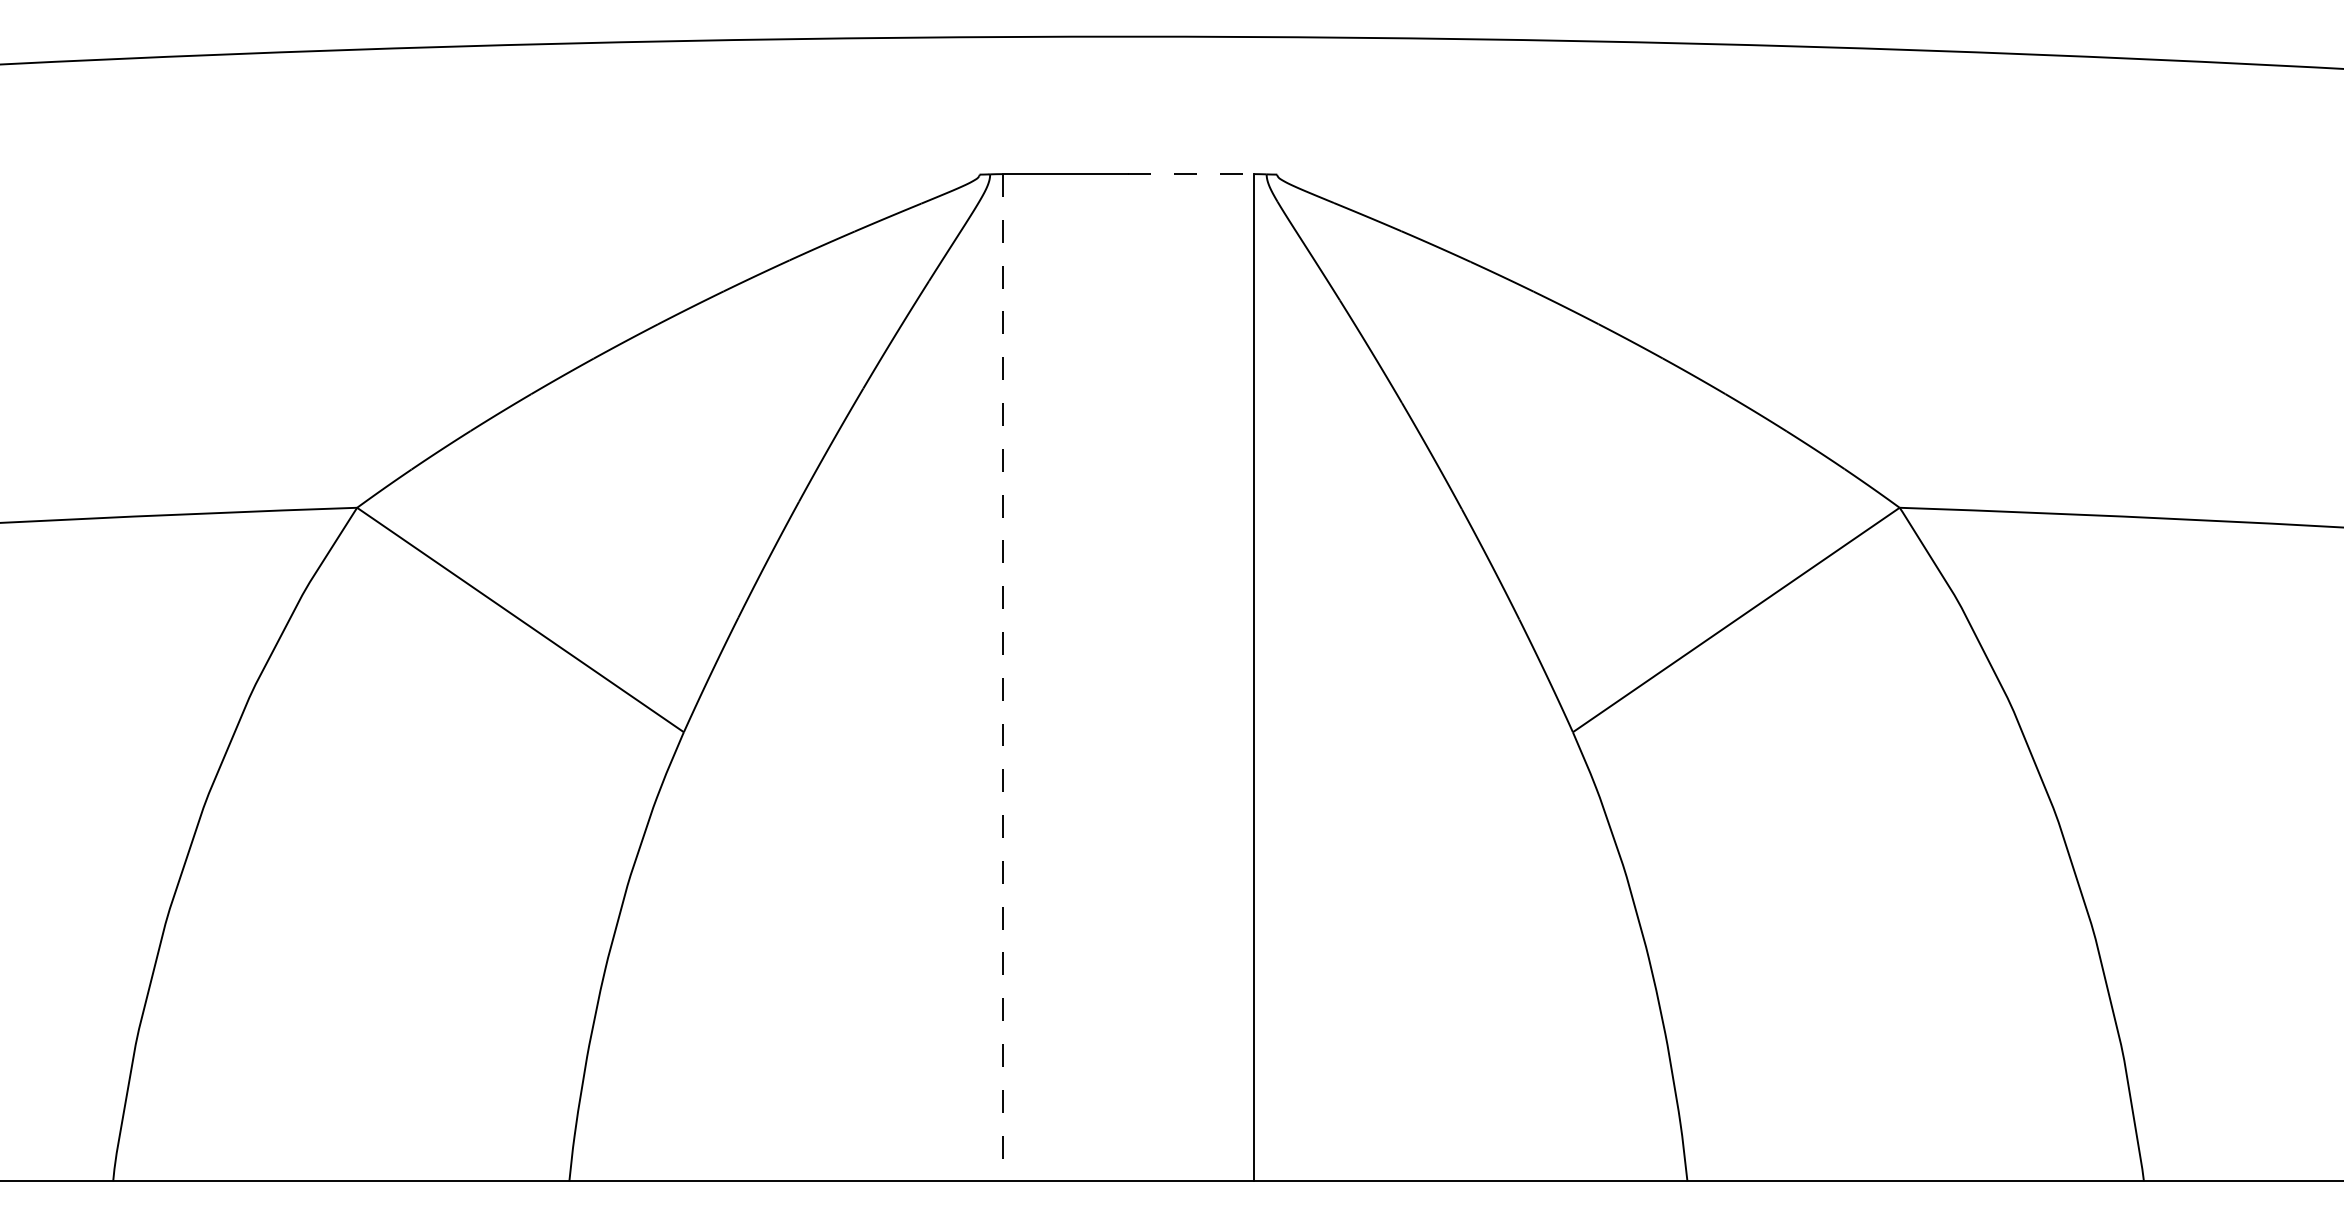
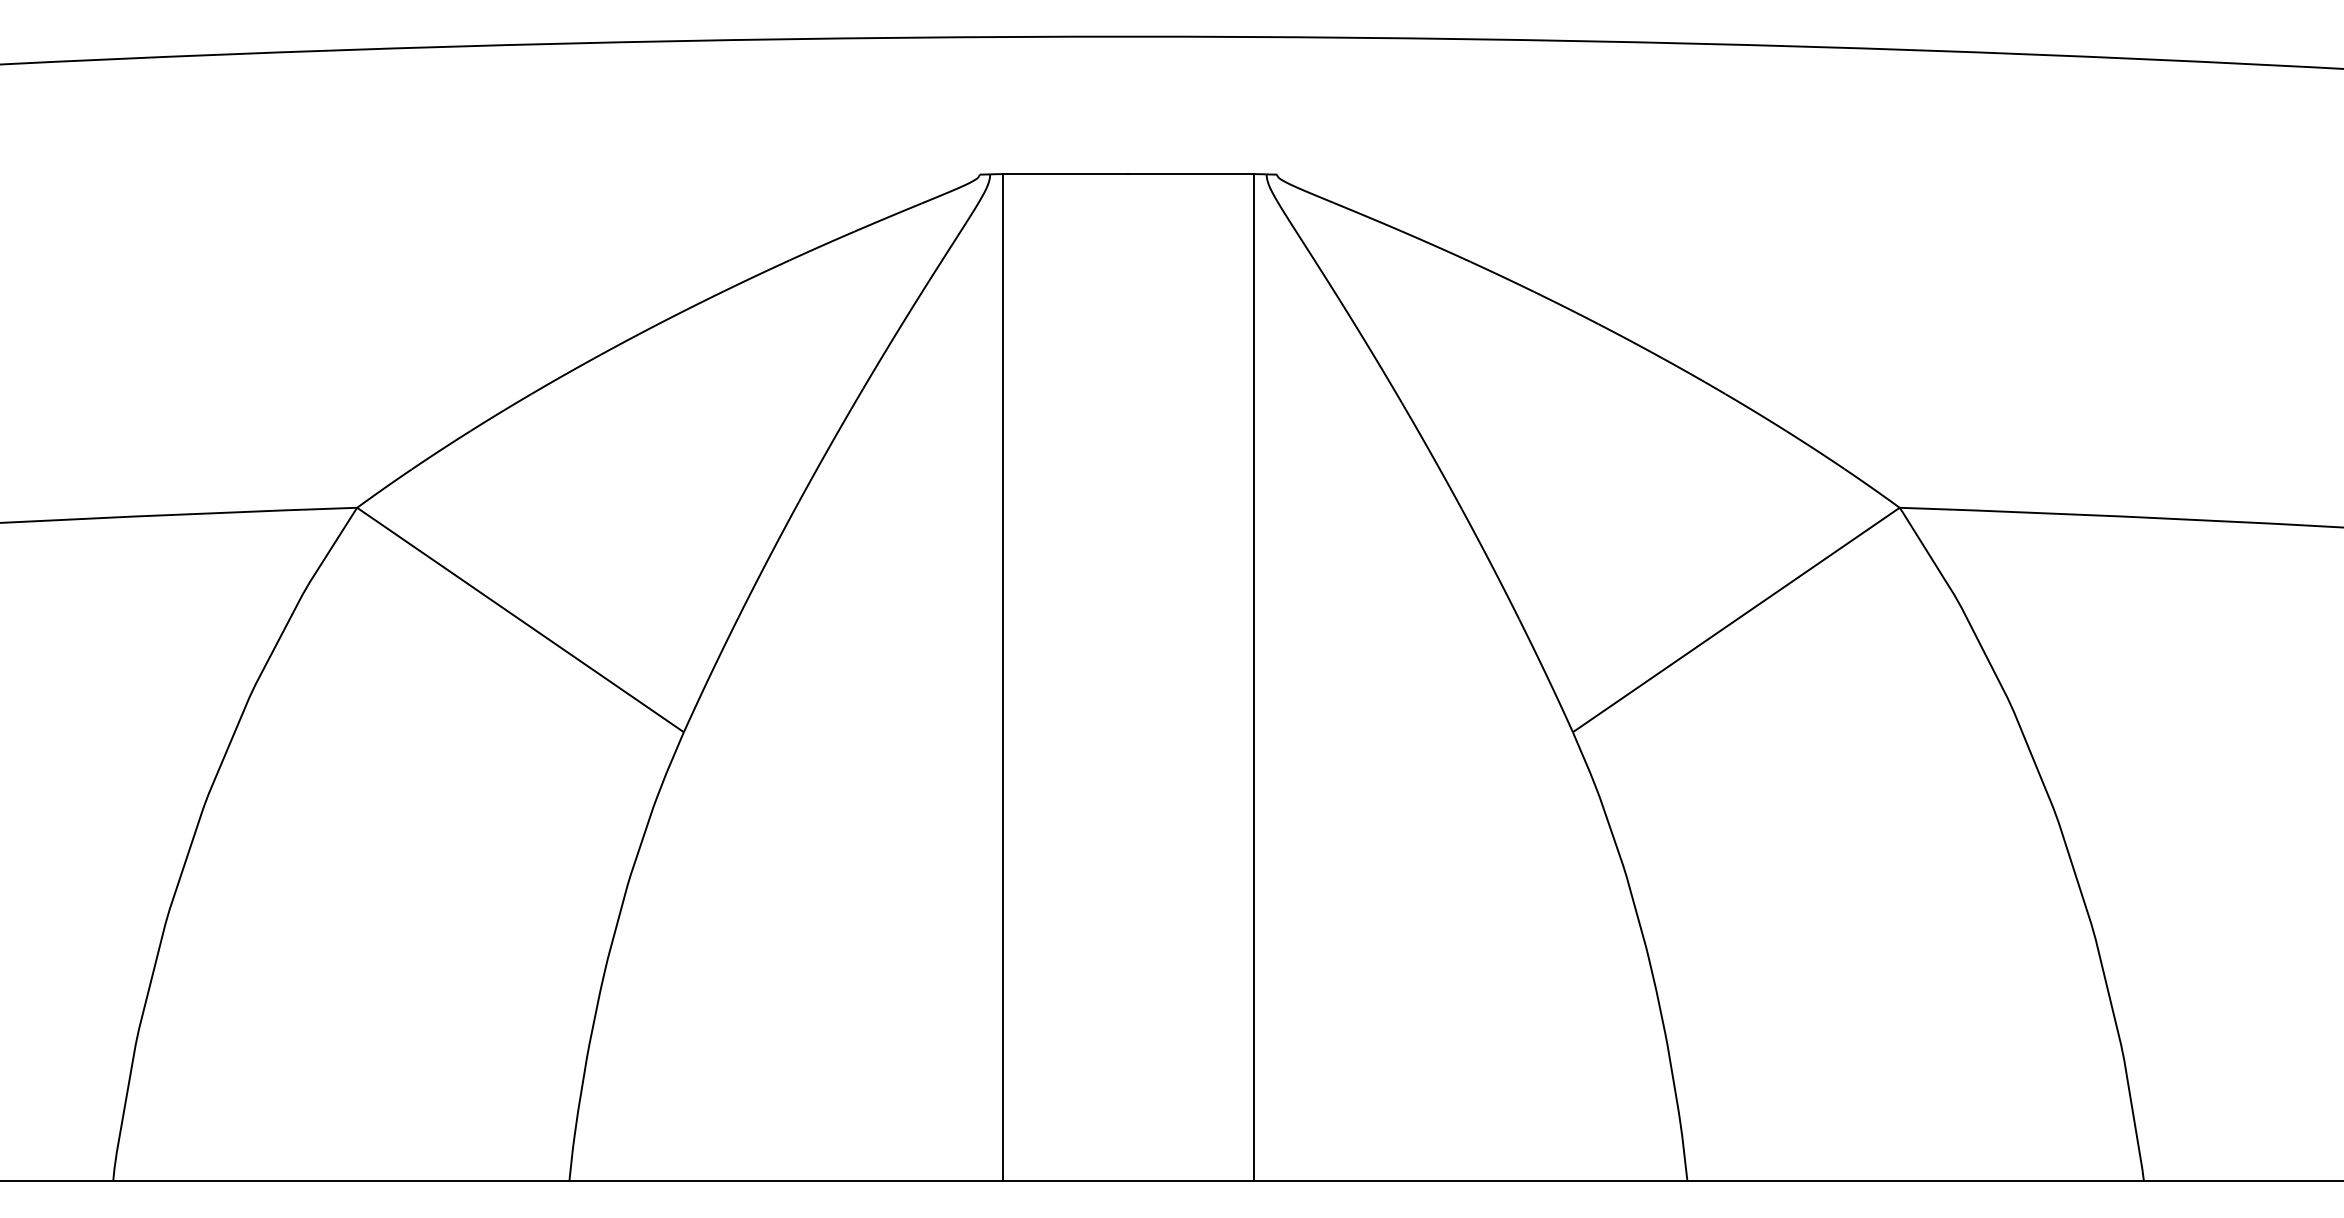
line at (1191, 174): dashed -> solid
line at (1002, 677): dashed -> solid
